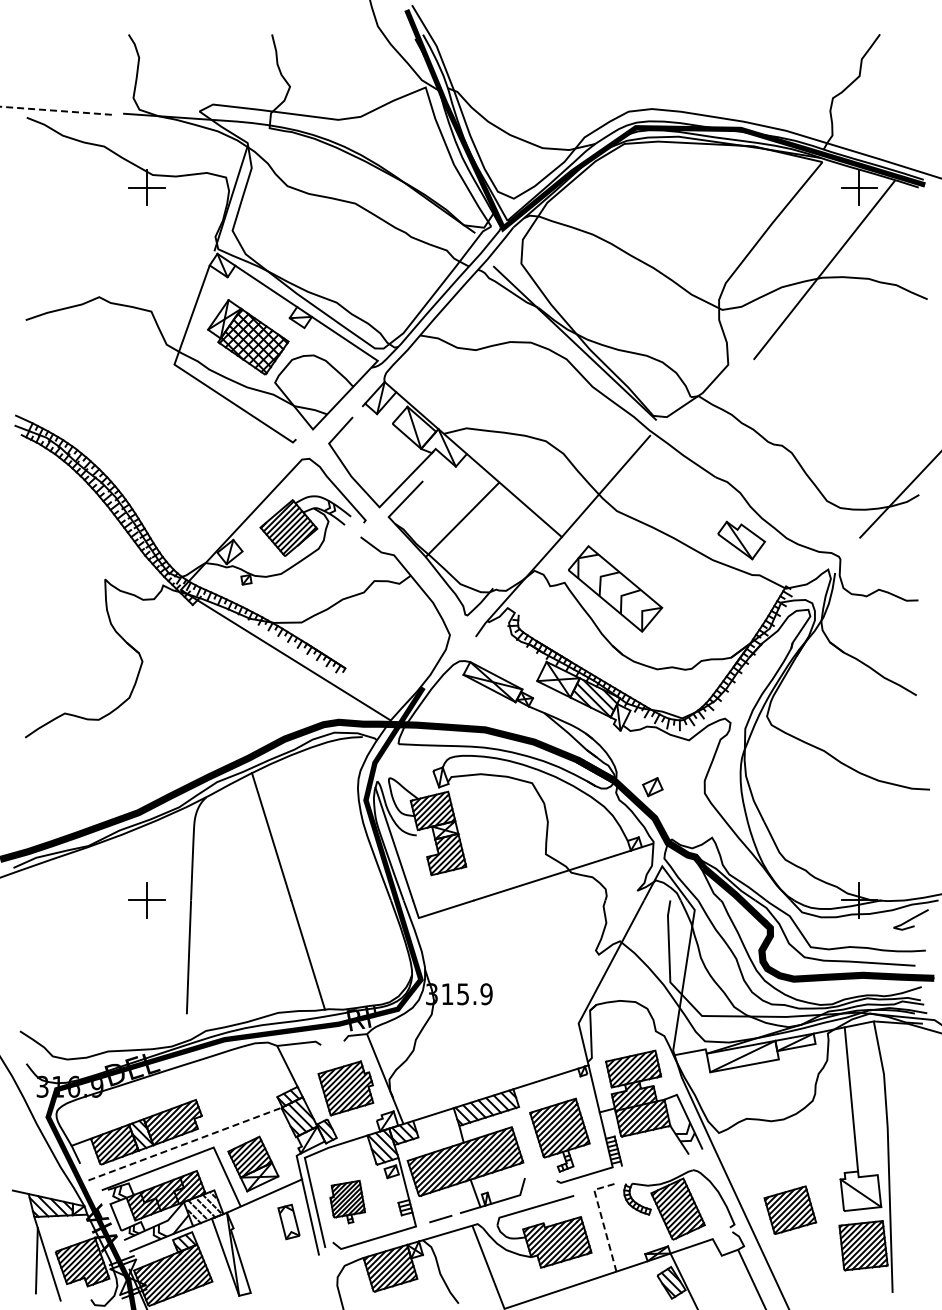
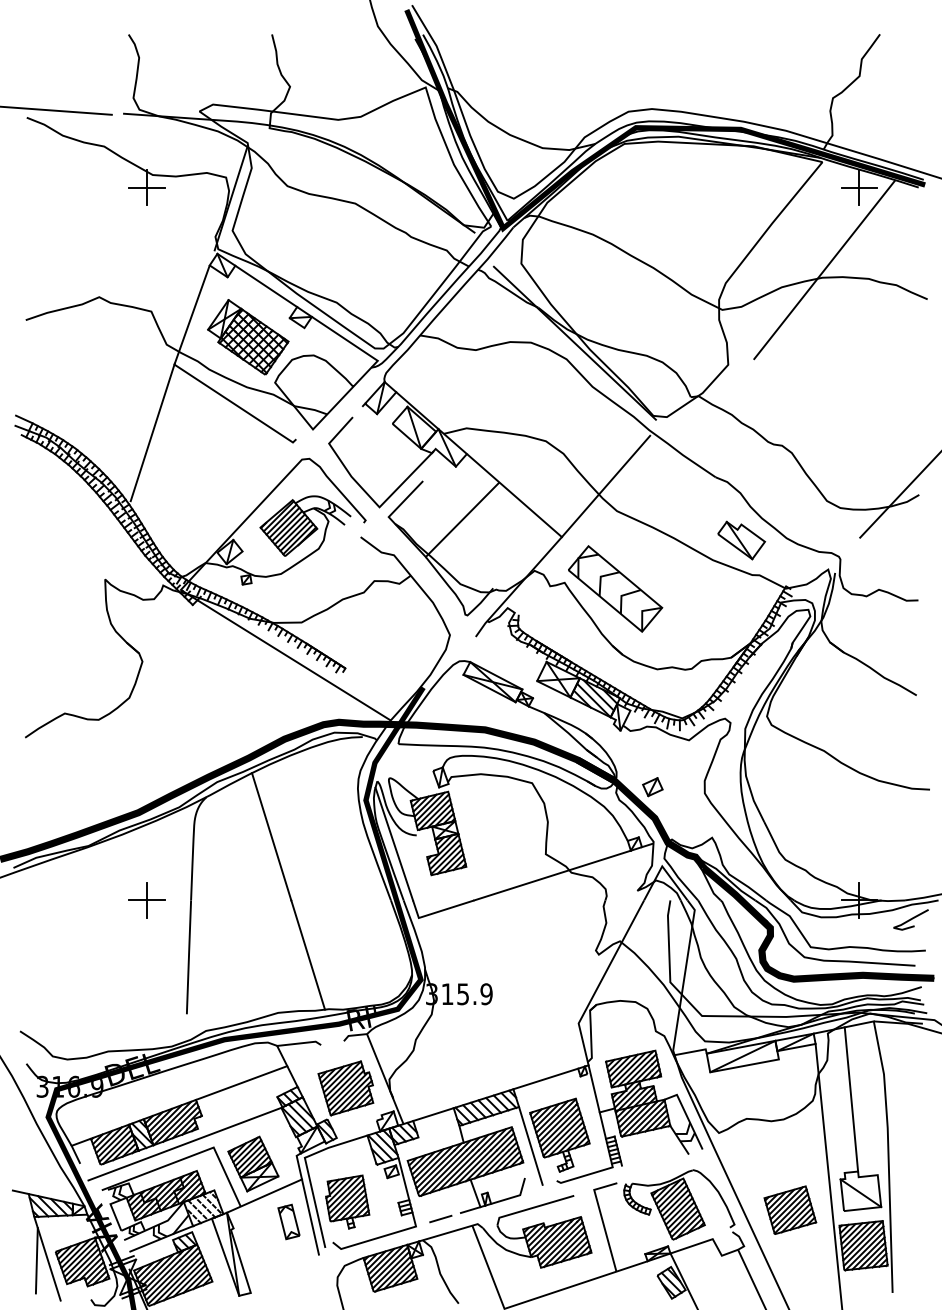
line at (56, 110): dashed -> solid
line at (152, 432): none -> present
line at (241, 1082): none -> present
line at (185, 1143): dashed -> solid
line at (530, 1145): none -> present
line at (828, 1174): none -> present
part at (347, 1202) size: 37x45 px -> 46x56 px
line at (601, 1217): dashed -> solid
